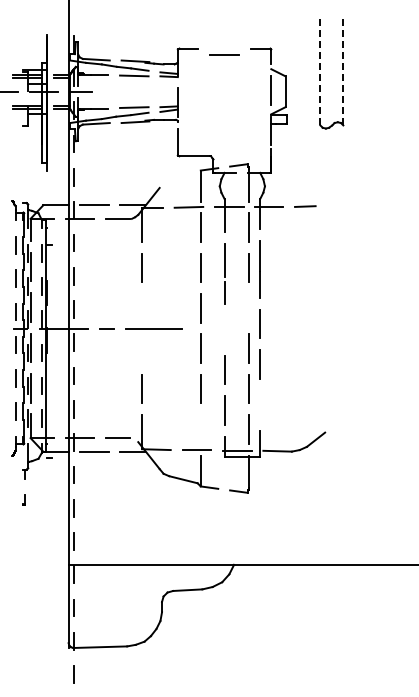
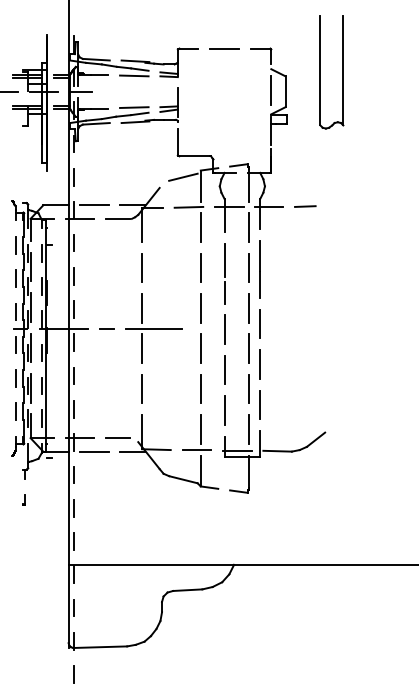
line at (224, 54) position: (224, 54) -> (224, 48)
line at (320, 70): dashed -> solid
line at (343, 70): dashed -> solid
line at (183, 176): none -> present
line at (142, 308): none -> present
line at (249, 308): none -> present
line at (224, 329): none -> present
line at (142, 348): none -> present
line at (260, 404): none -> present
line at (200, 429): none -> present
